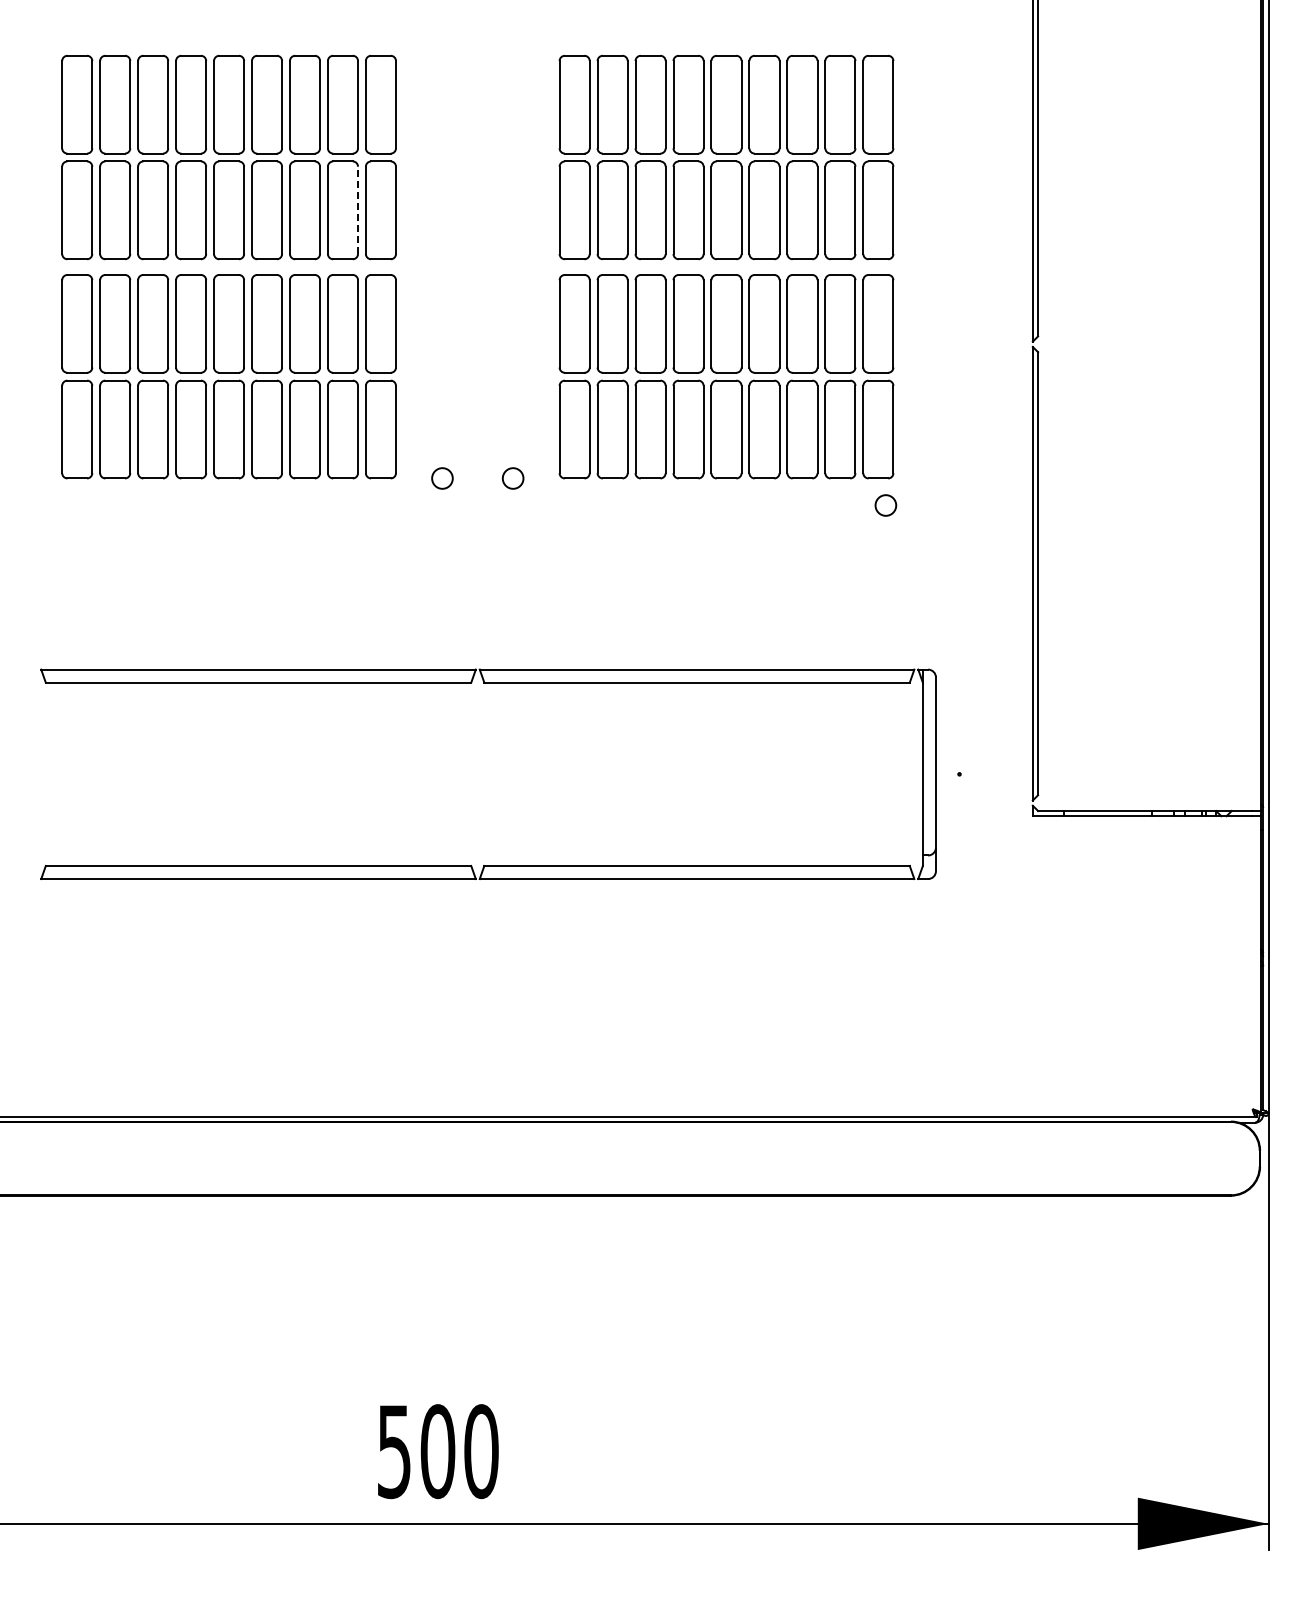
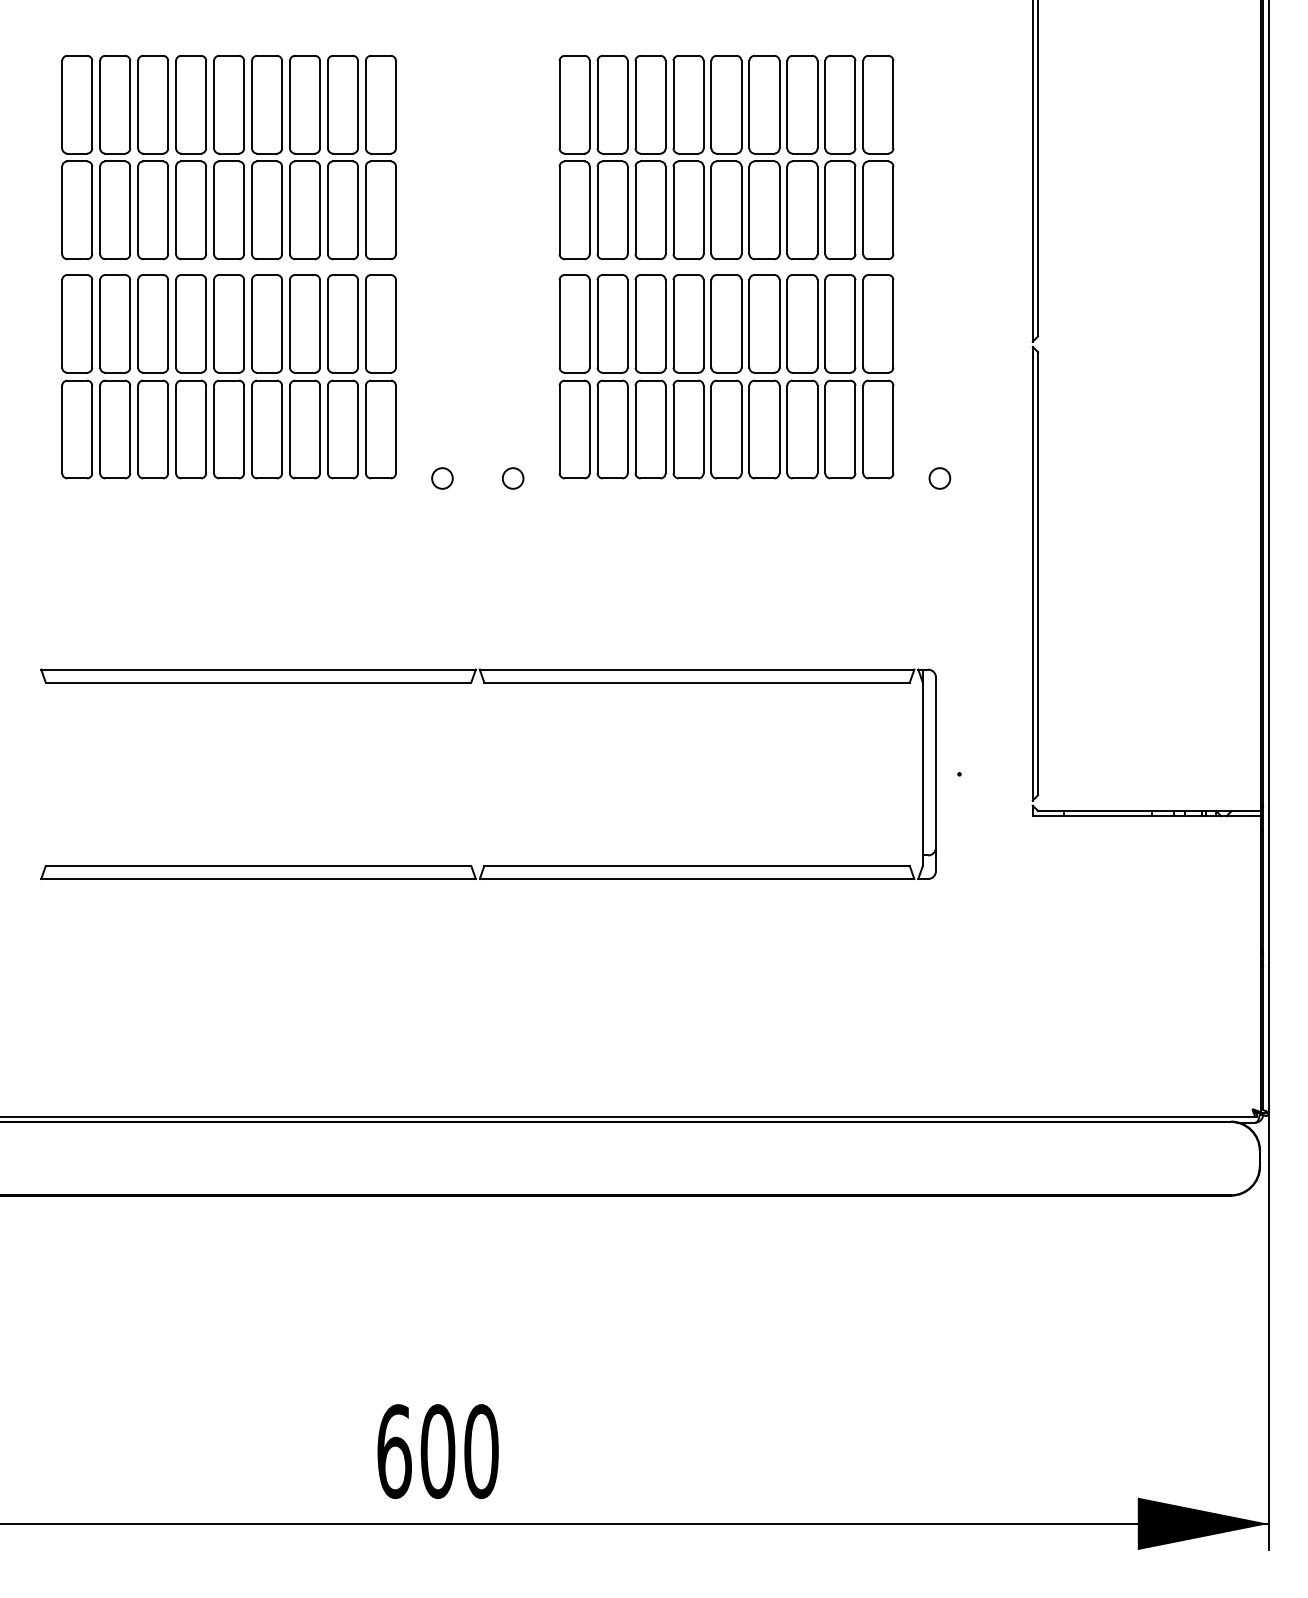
line at (358, 210): dashed -> solid
circle at (885, 505) position: (885, 505) -> (939, 478)
text at (394, 1451): 500 -> 600
